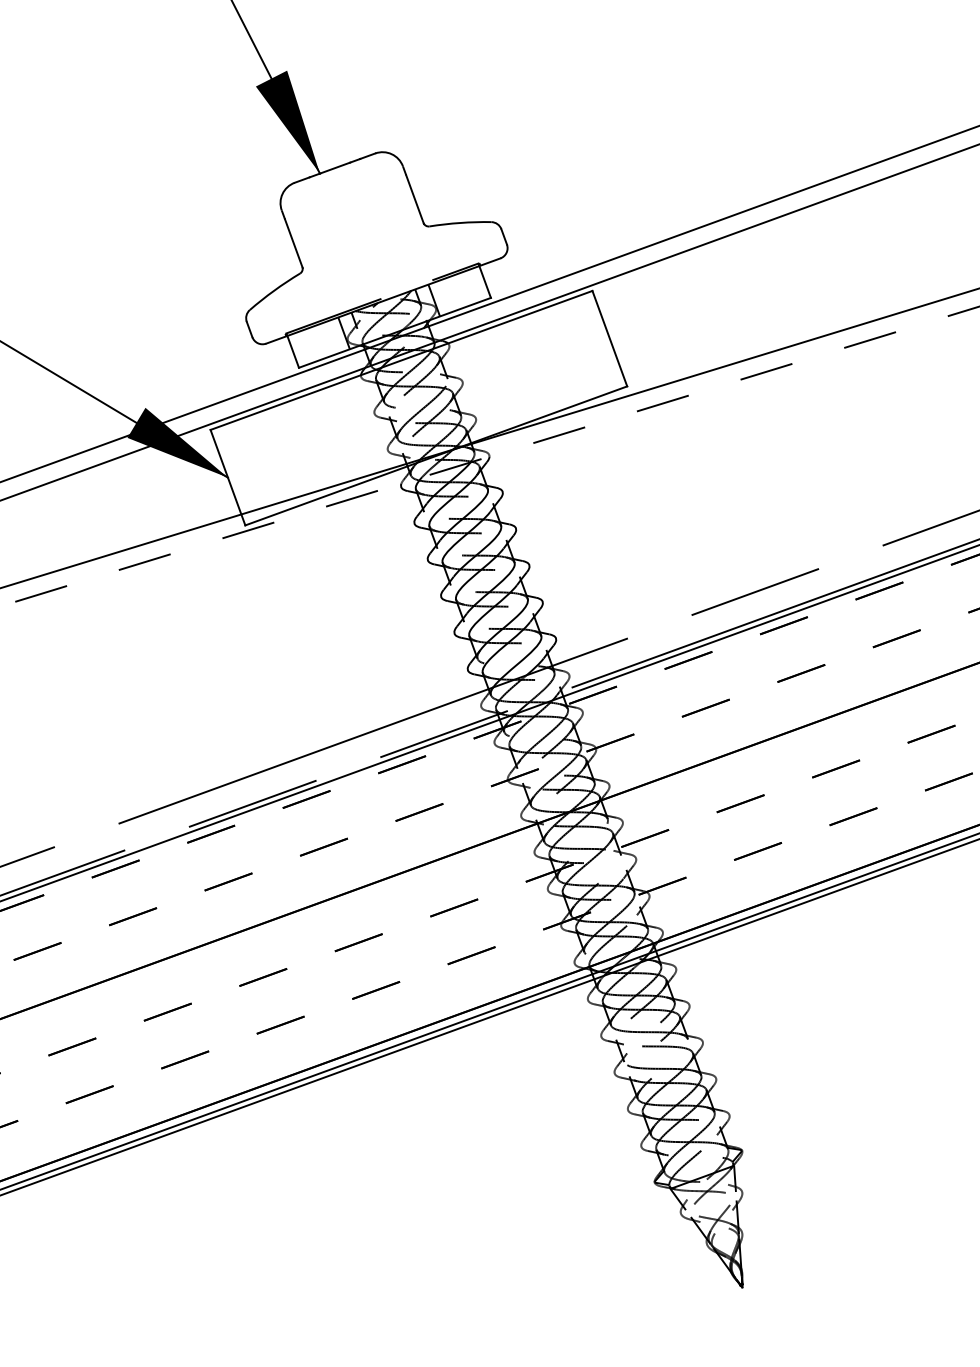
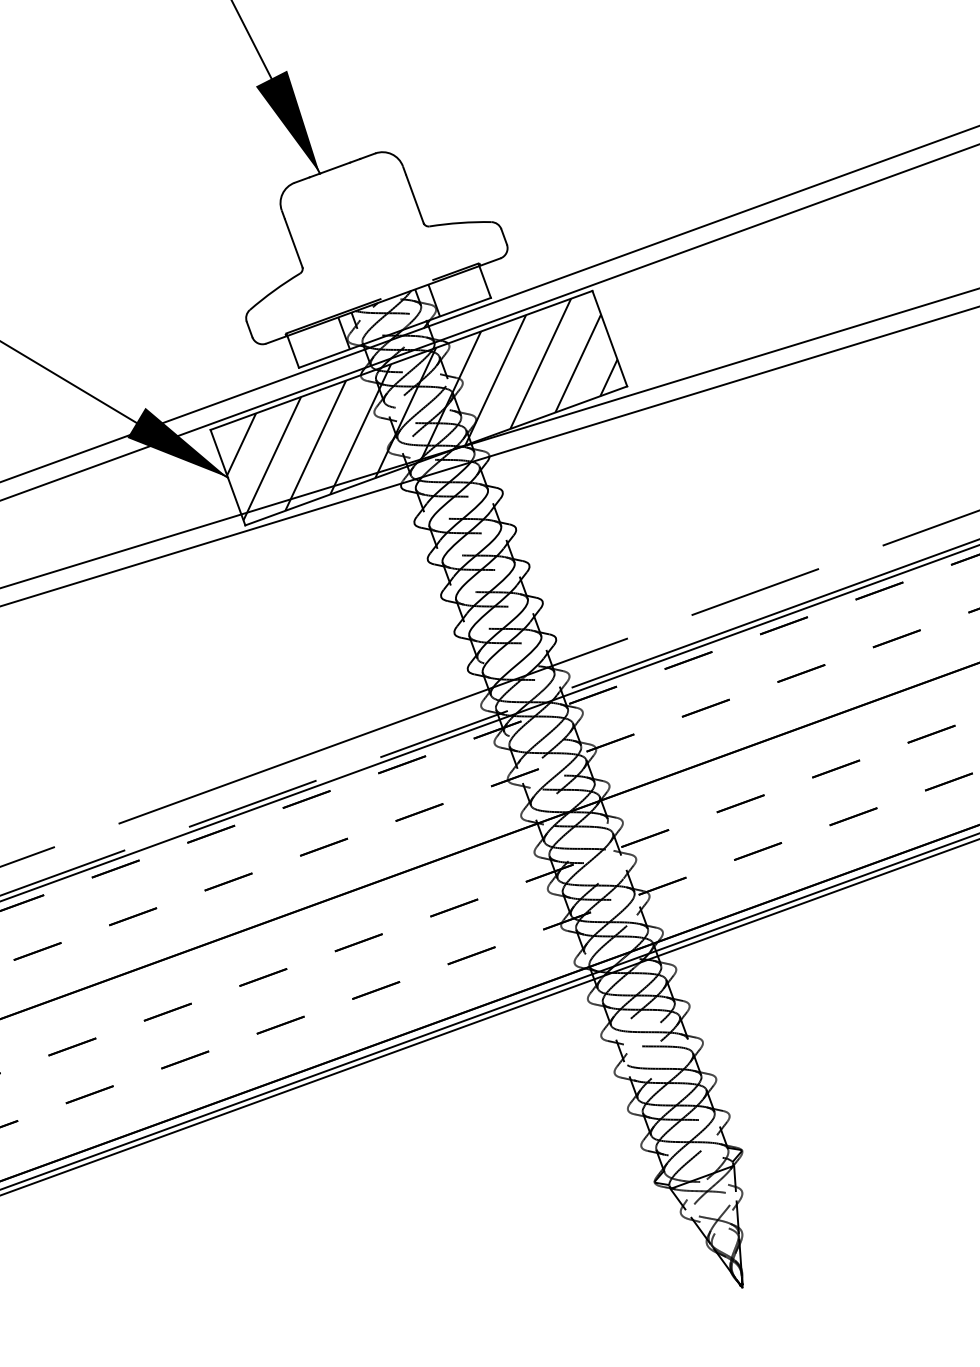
hatch at (413, 409): none -> present
line at (490, 456): dashed -> solid
